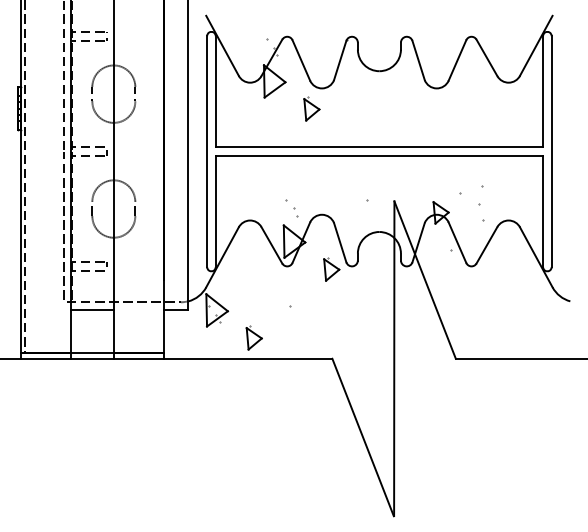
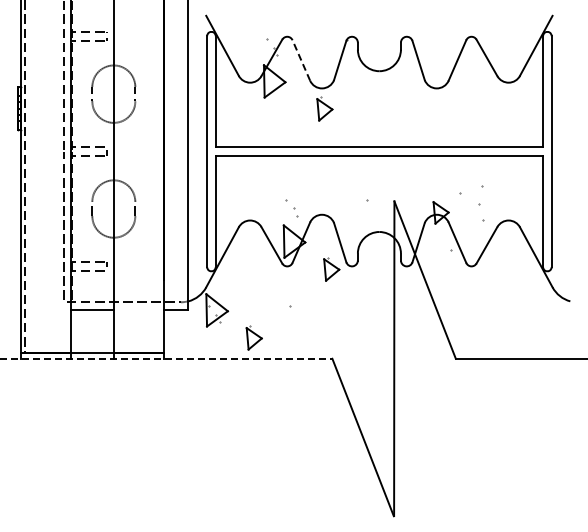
line at (301, 60): solid -> dashed
part at (311, 108) position: (311, 108) -> (324, 108)
line at (166, 358): solid -> dashed
